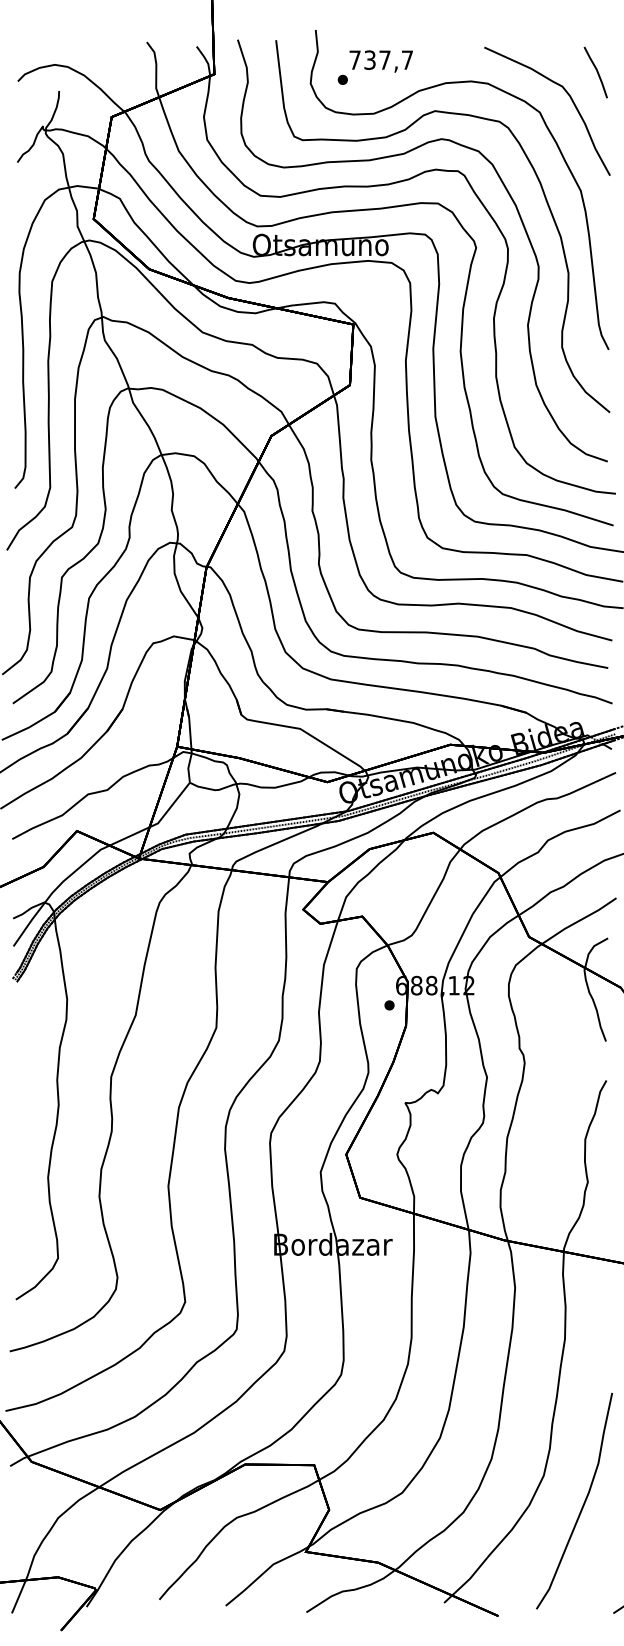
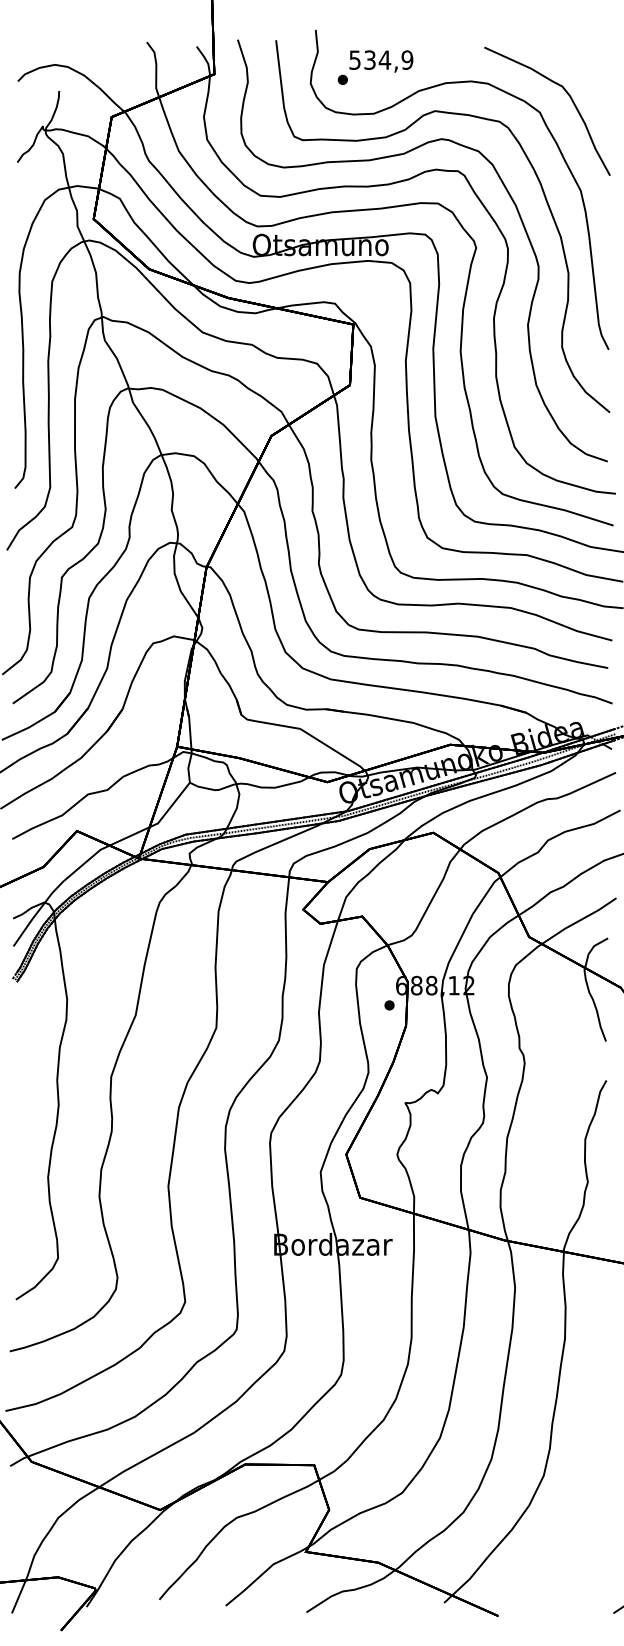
text at (381, 59): 737,7 -> 534,9
part at (595, 72): present -> none
part at (583, 1502): present -> none
